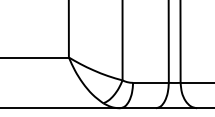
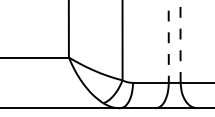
line at (180, 40): solid -> dashed
line at (168, 42): solid -> dashed
